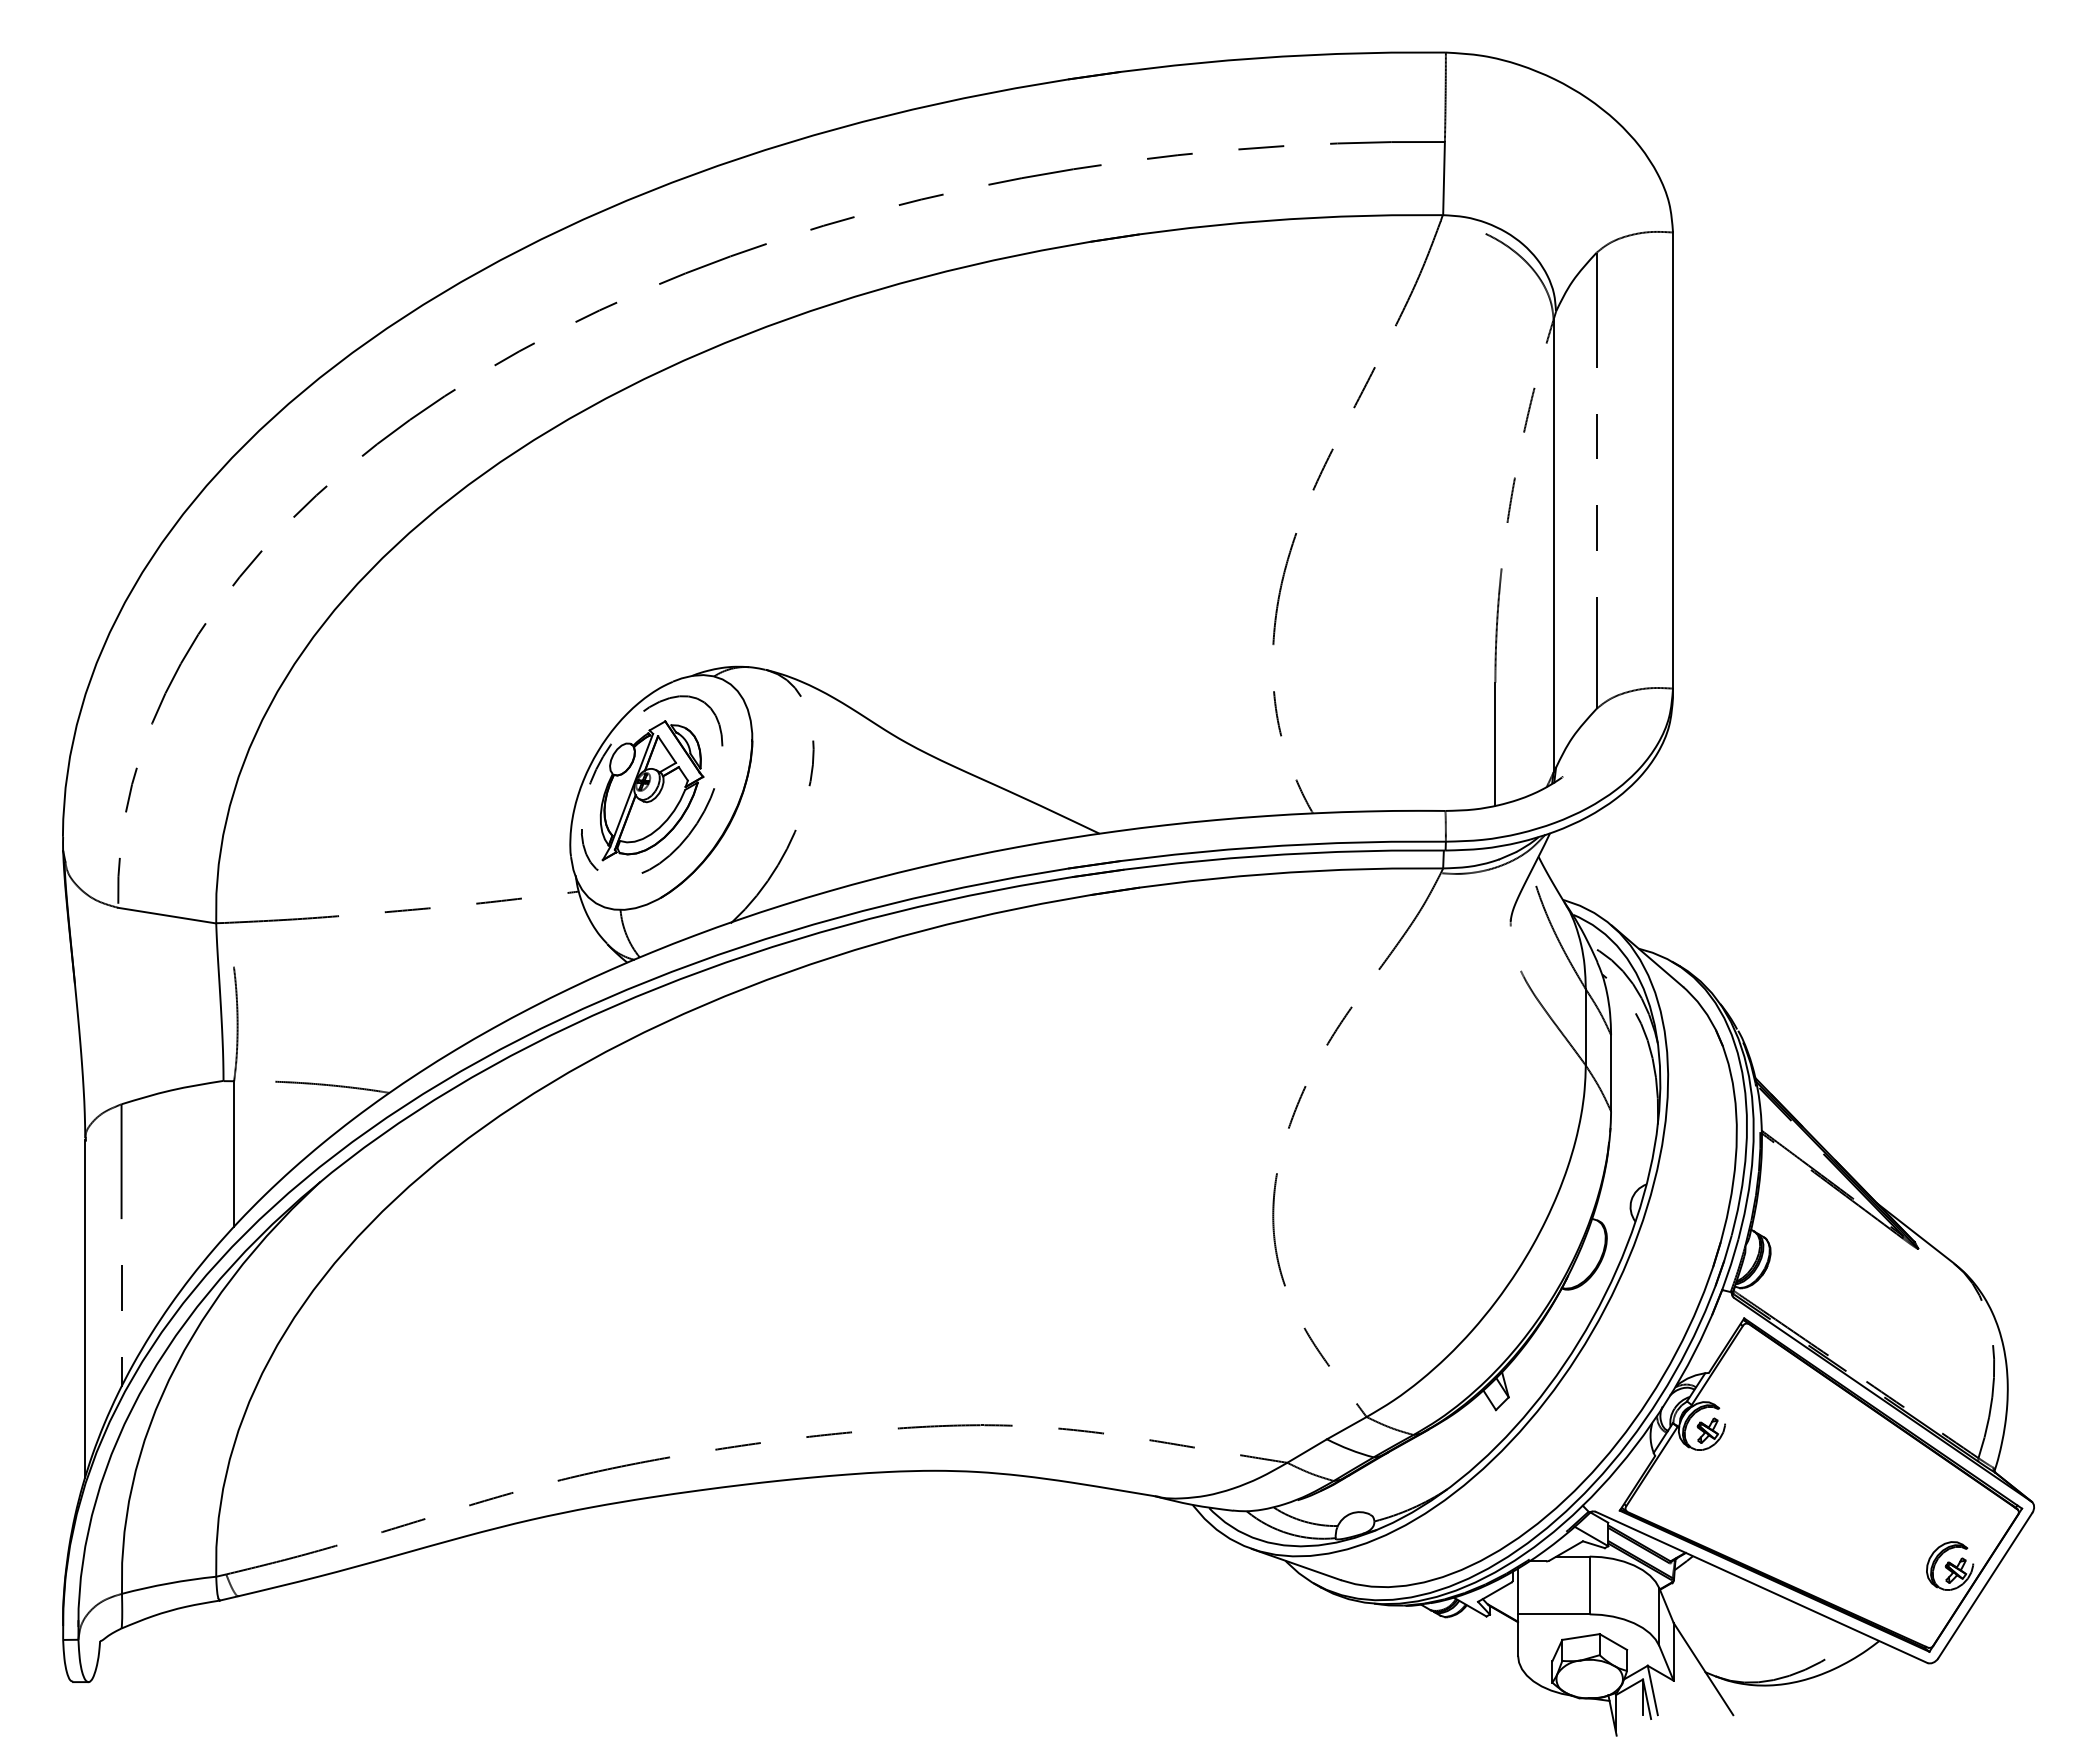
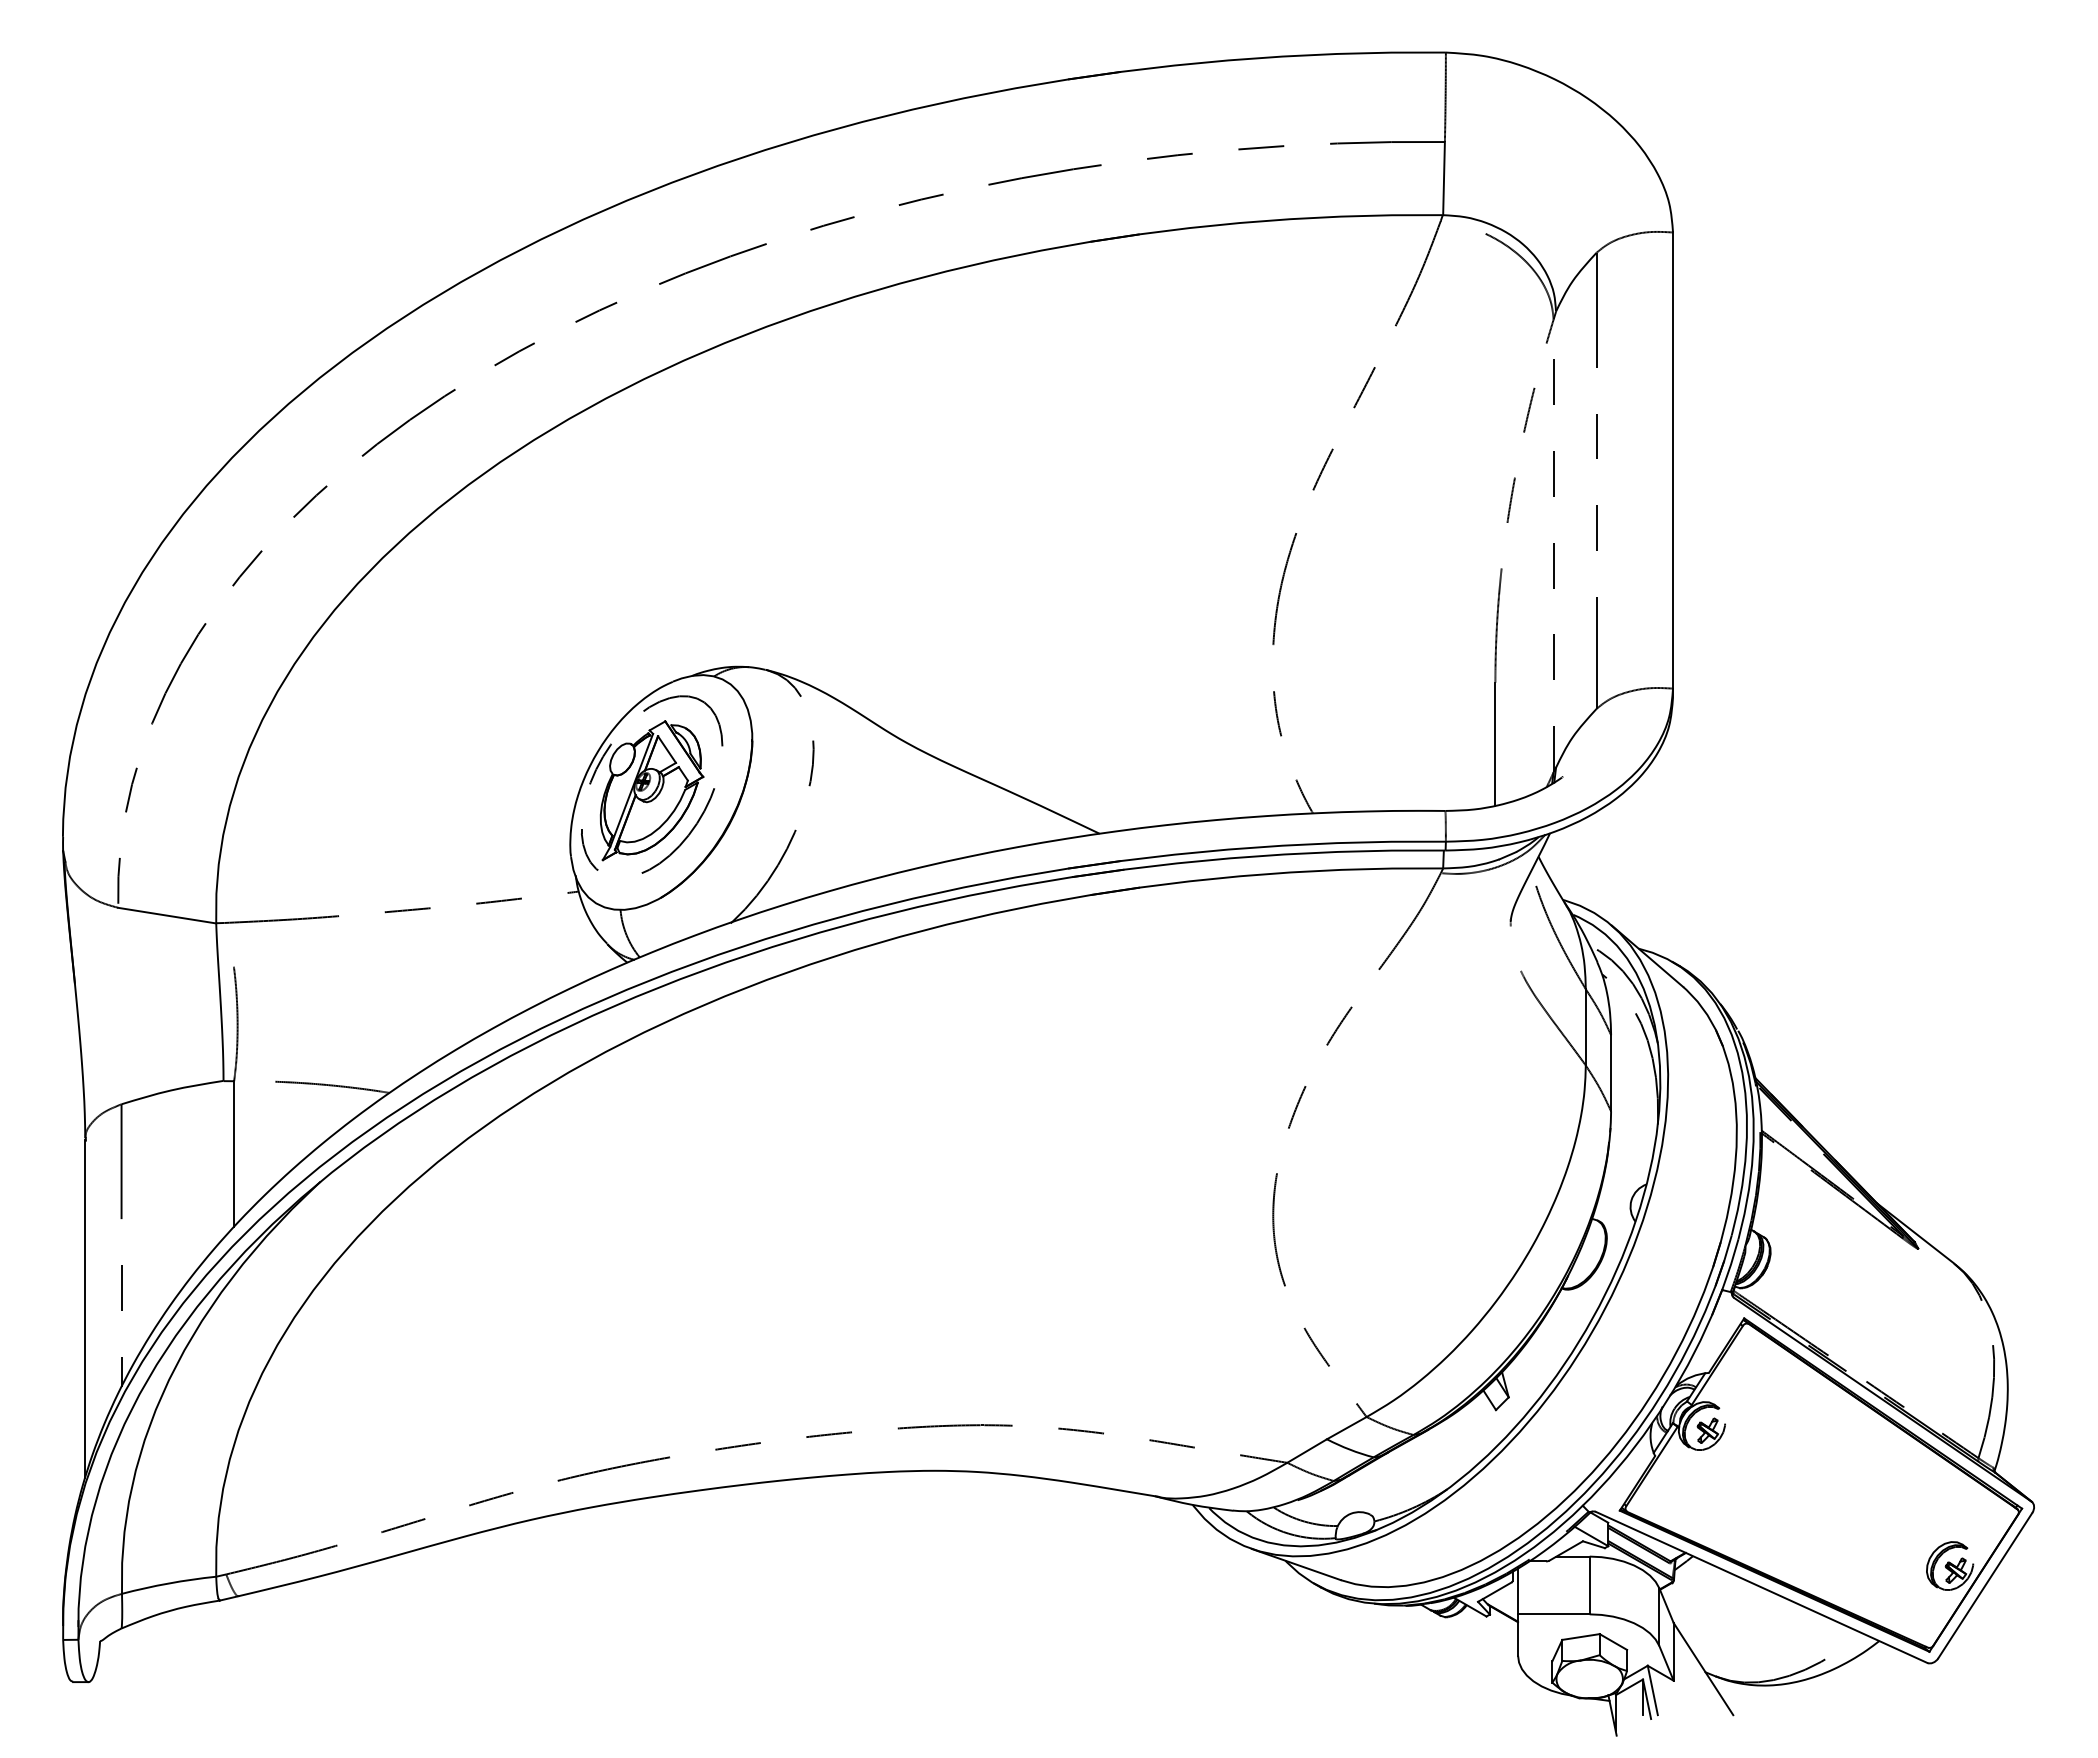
line at (1553, 545): solid -> dashed
